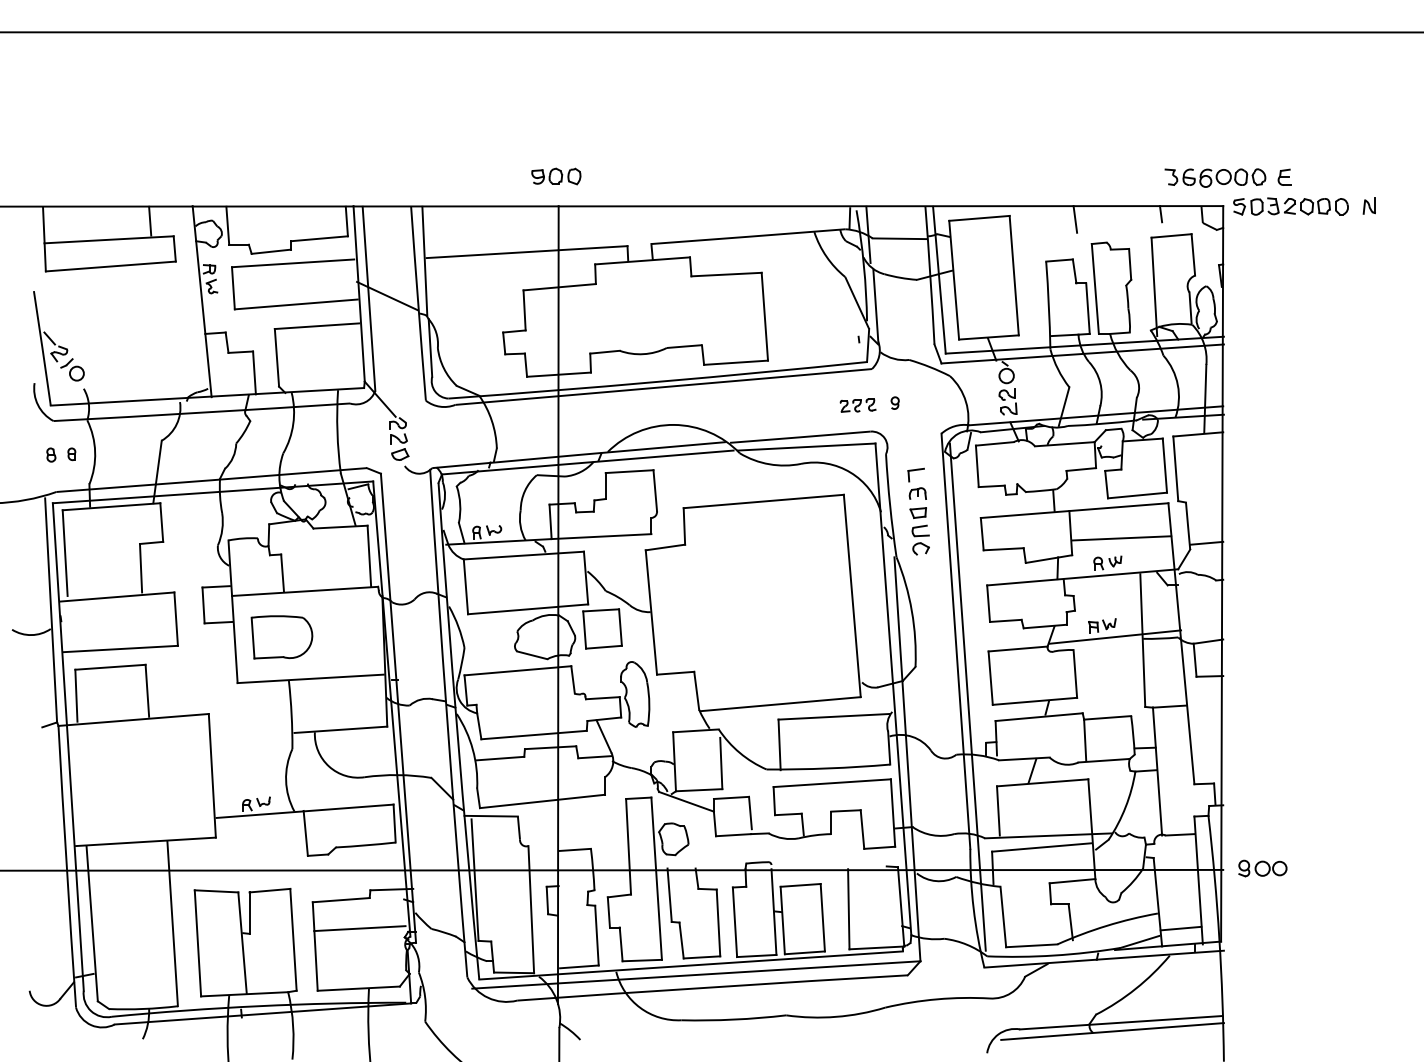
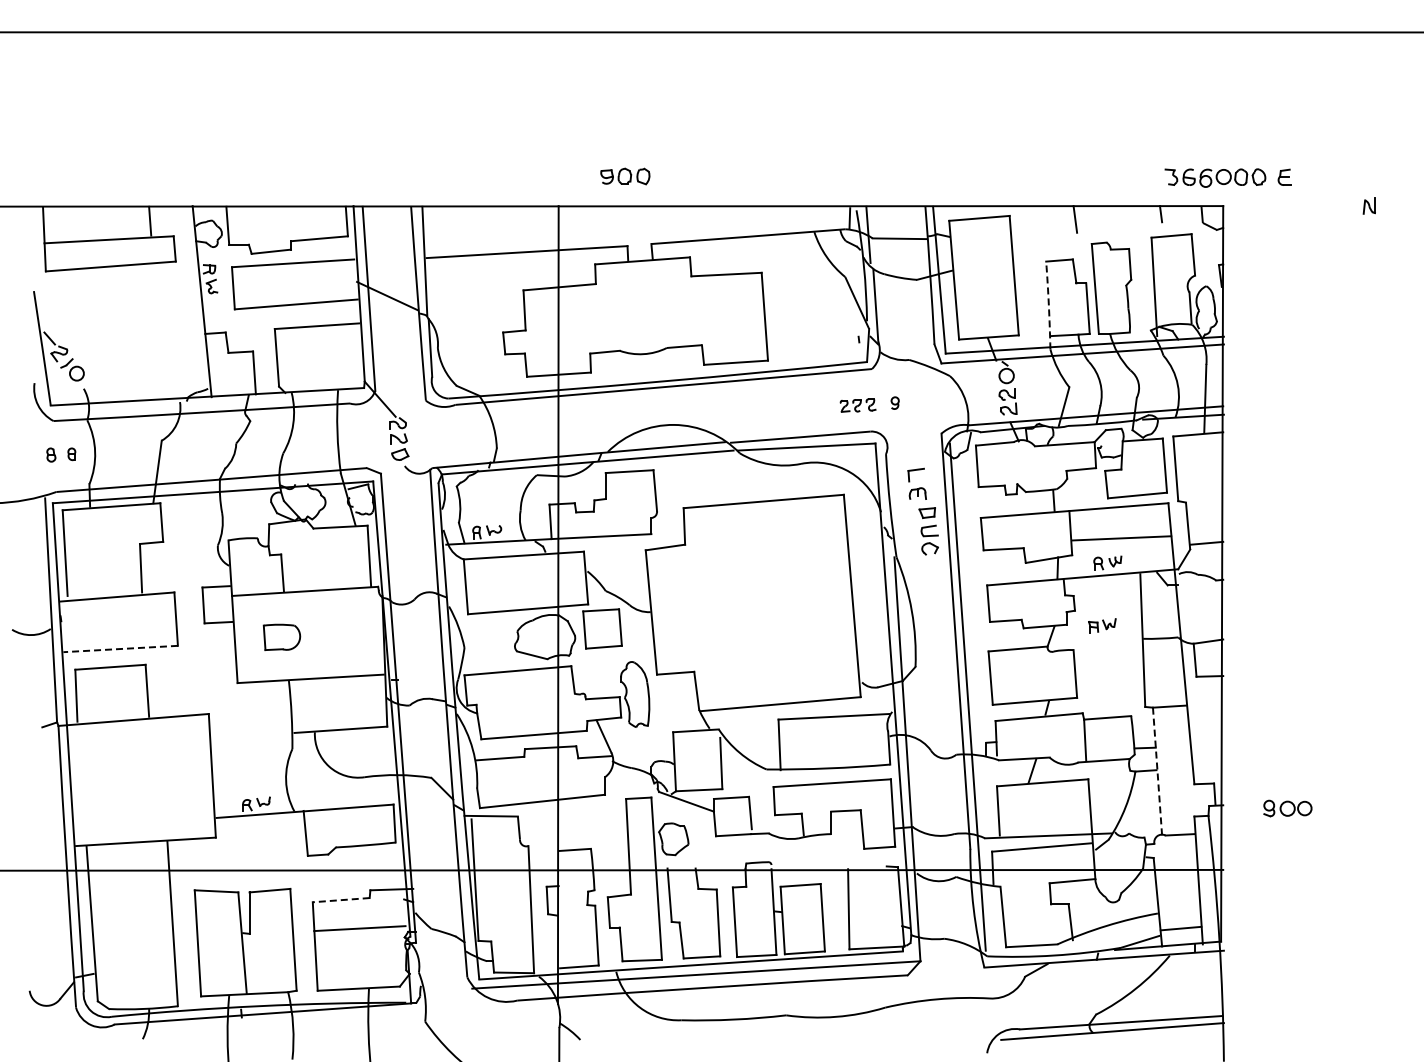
part at (556, 176) position: (556, 176) -> (625, 176)
part at (1290, 206): present -> none
arc at (1048, 305): solid -> dashed
part at (919, 531) position: (919, 531) -> (928, 531)
line at (1115, 636): present -> none
part at (281, 637) size: 64x45 px -> 40x28 px
line at (120, 649): solid -> dashed
line at (1157, 772): solid -> dashed
part at (1262, 868) position: (1262, 868) -> (1287, 808)
line at (341, 900): solid -> dashed
